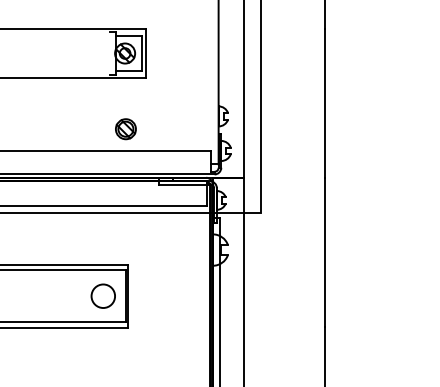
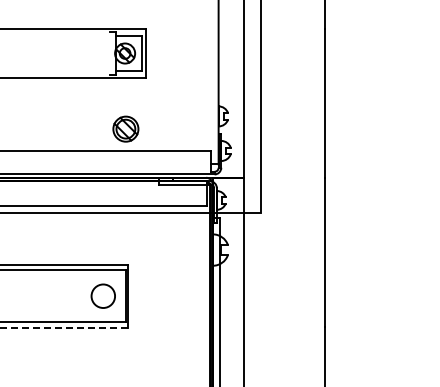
part at (125, 129) size: 22x23 px -> 28x28 px
line at (63, 327): solid -> dashed
